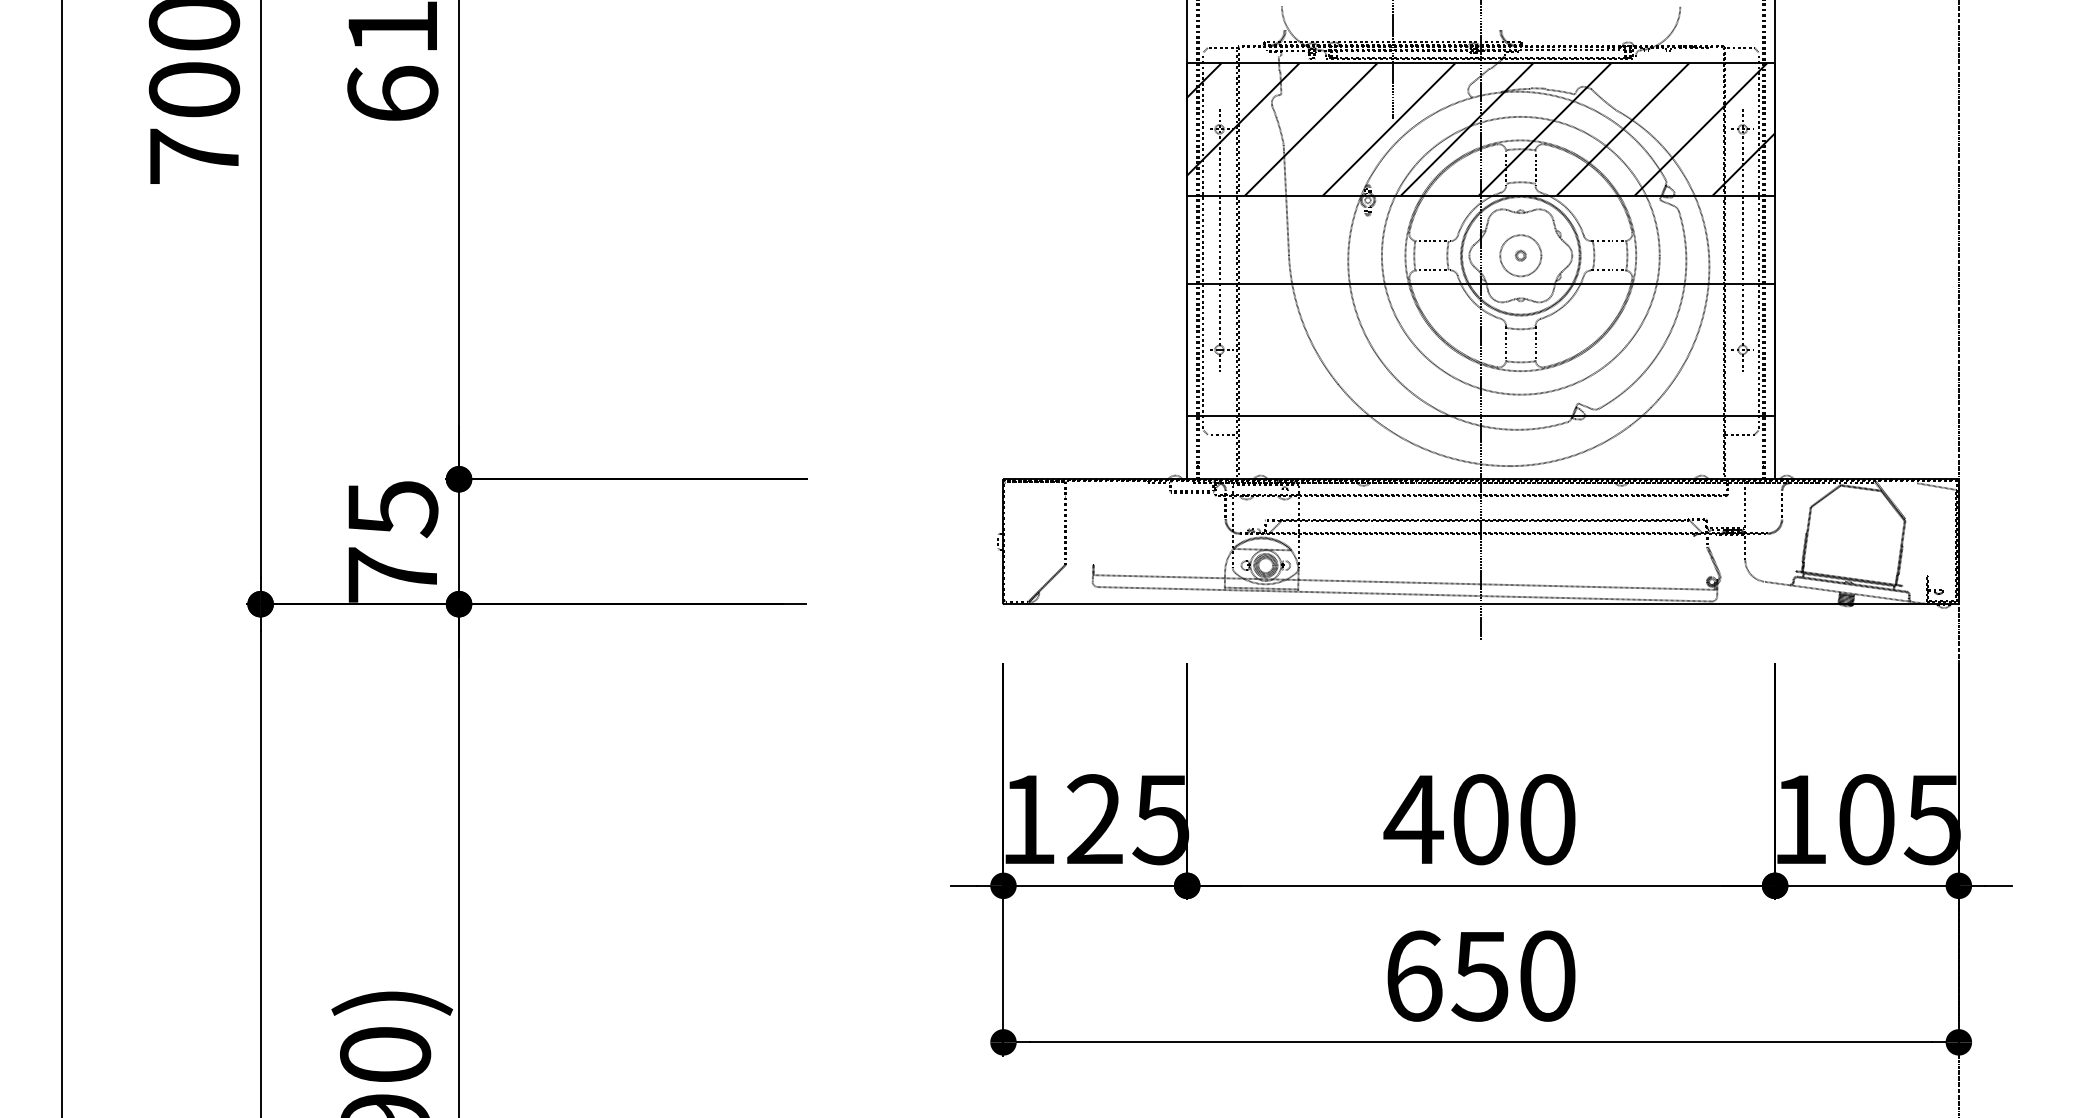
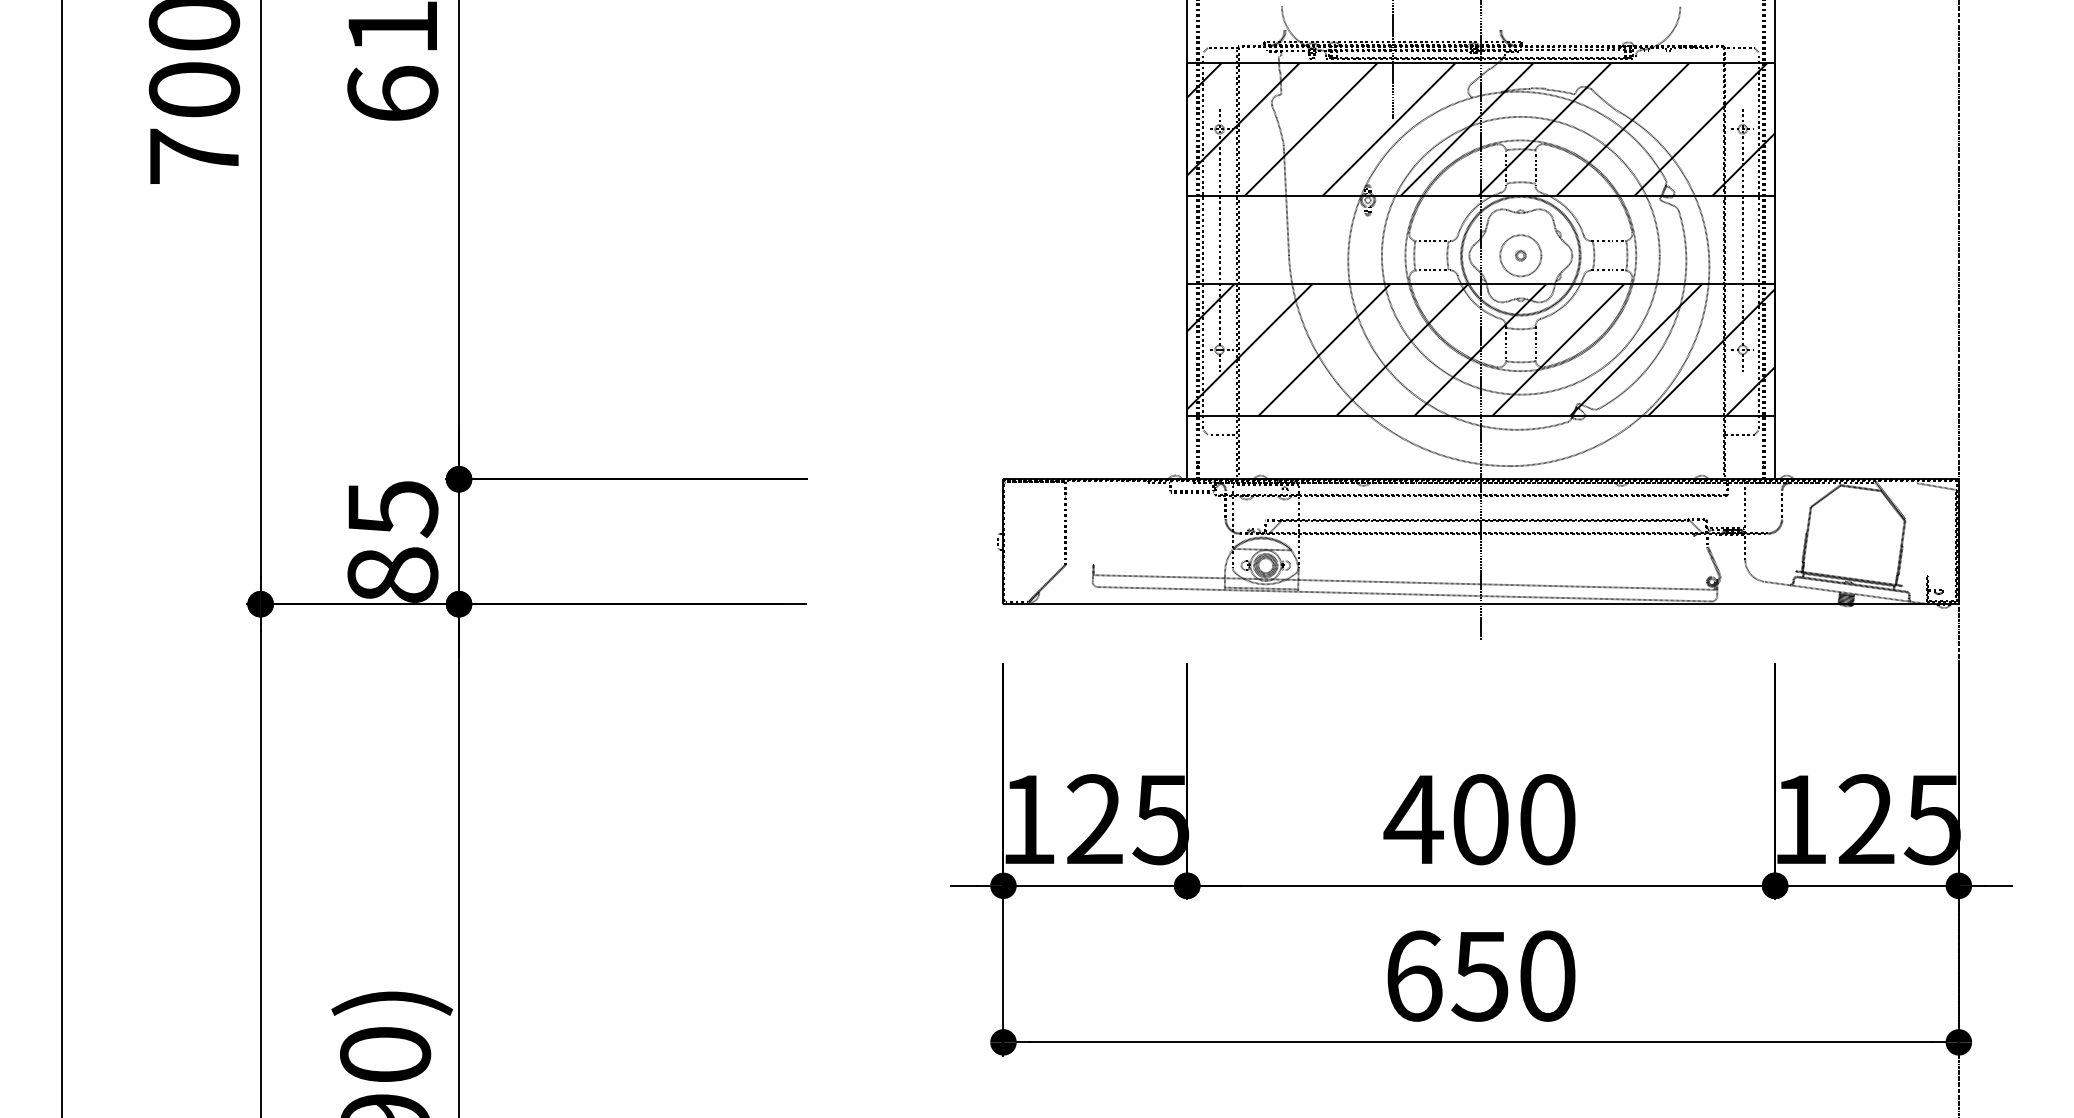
hatch at (1481, 349): none -> present
text at (392, 574): 75 -> 85
text at (1866, 819): 105 -> 125
